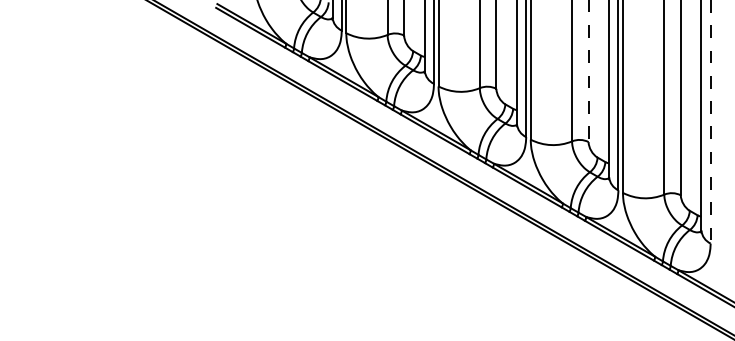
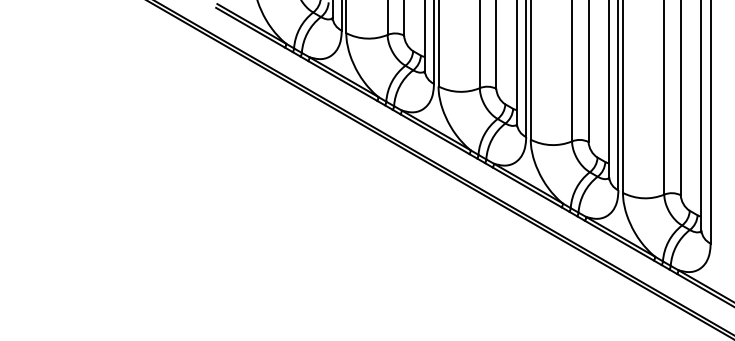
line at (588, 71): dashed -> solid
line at (710, 122): dashed -> solid
